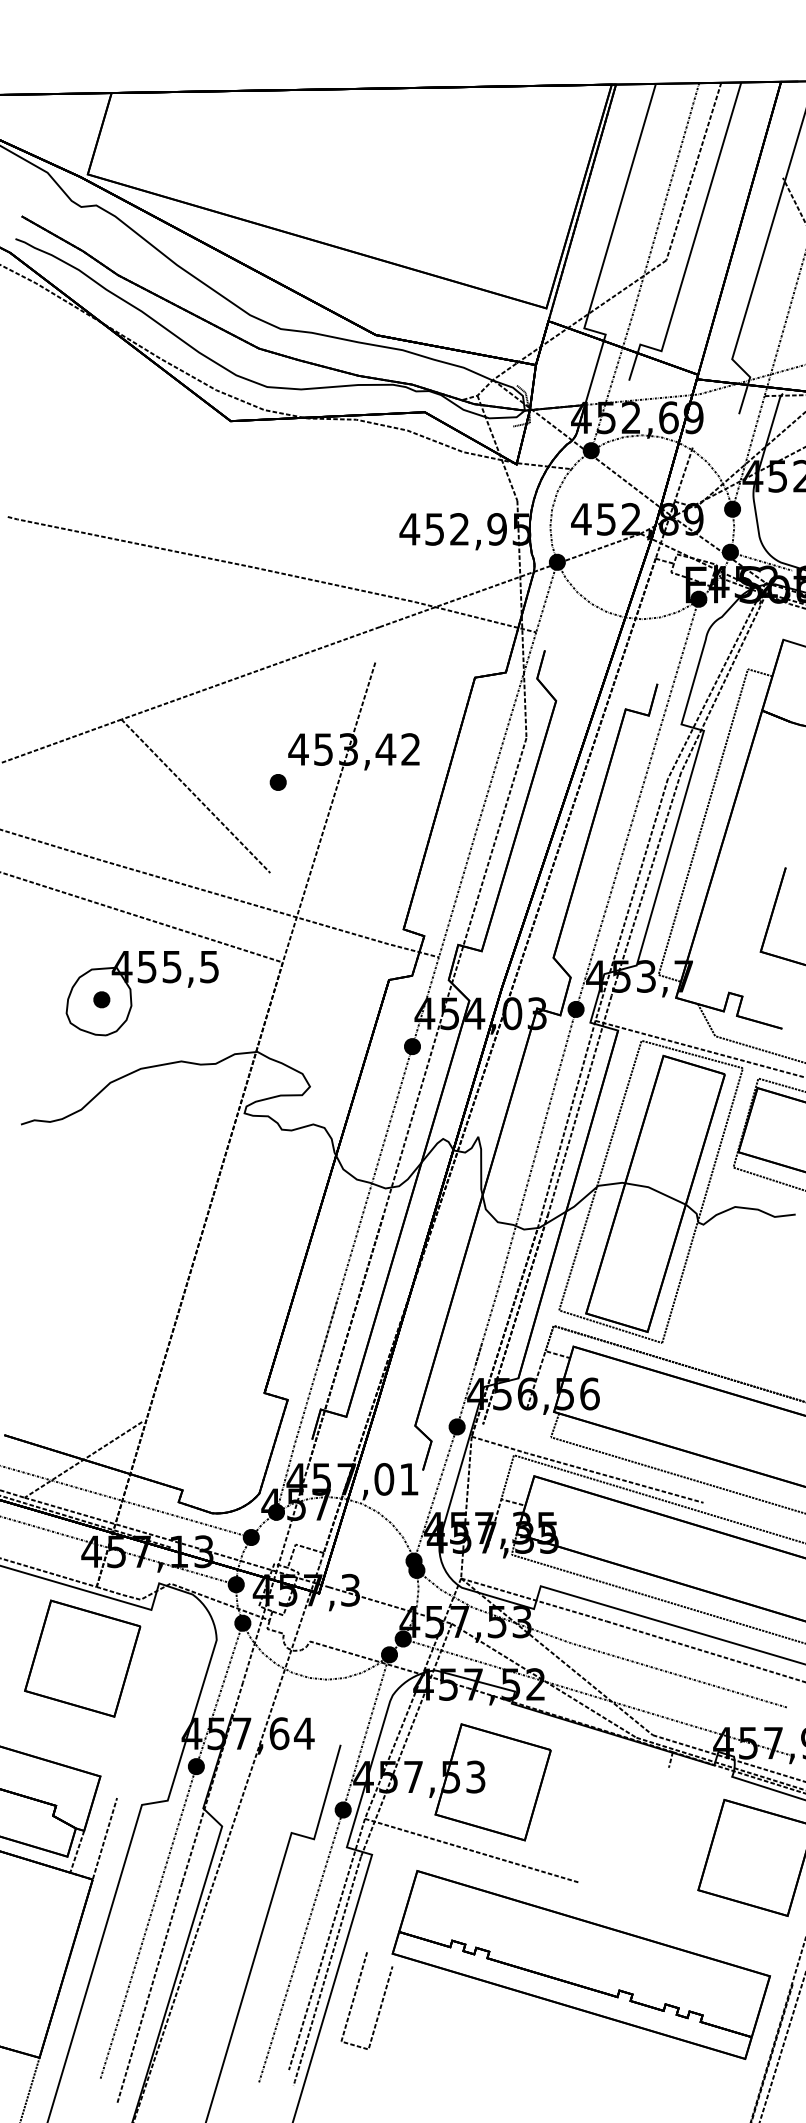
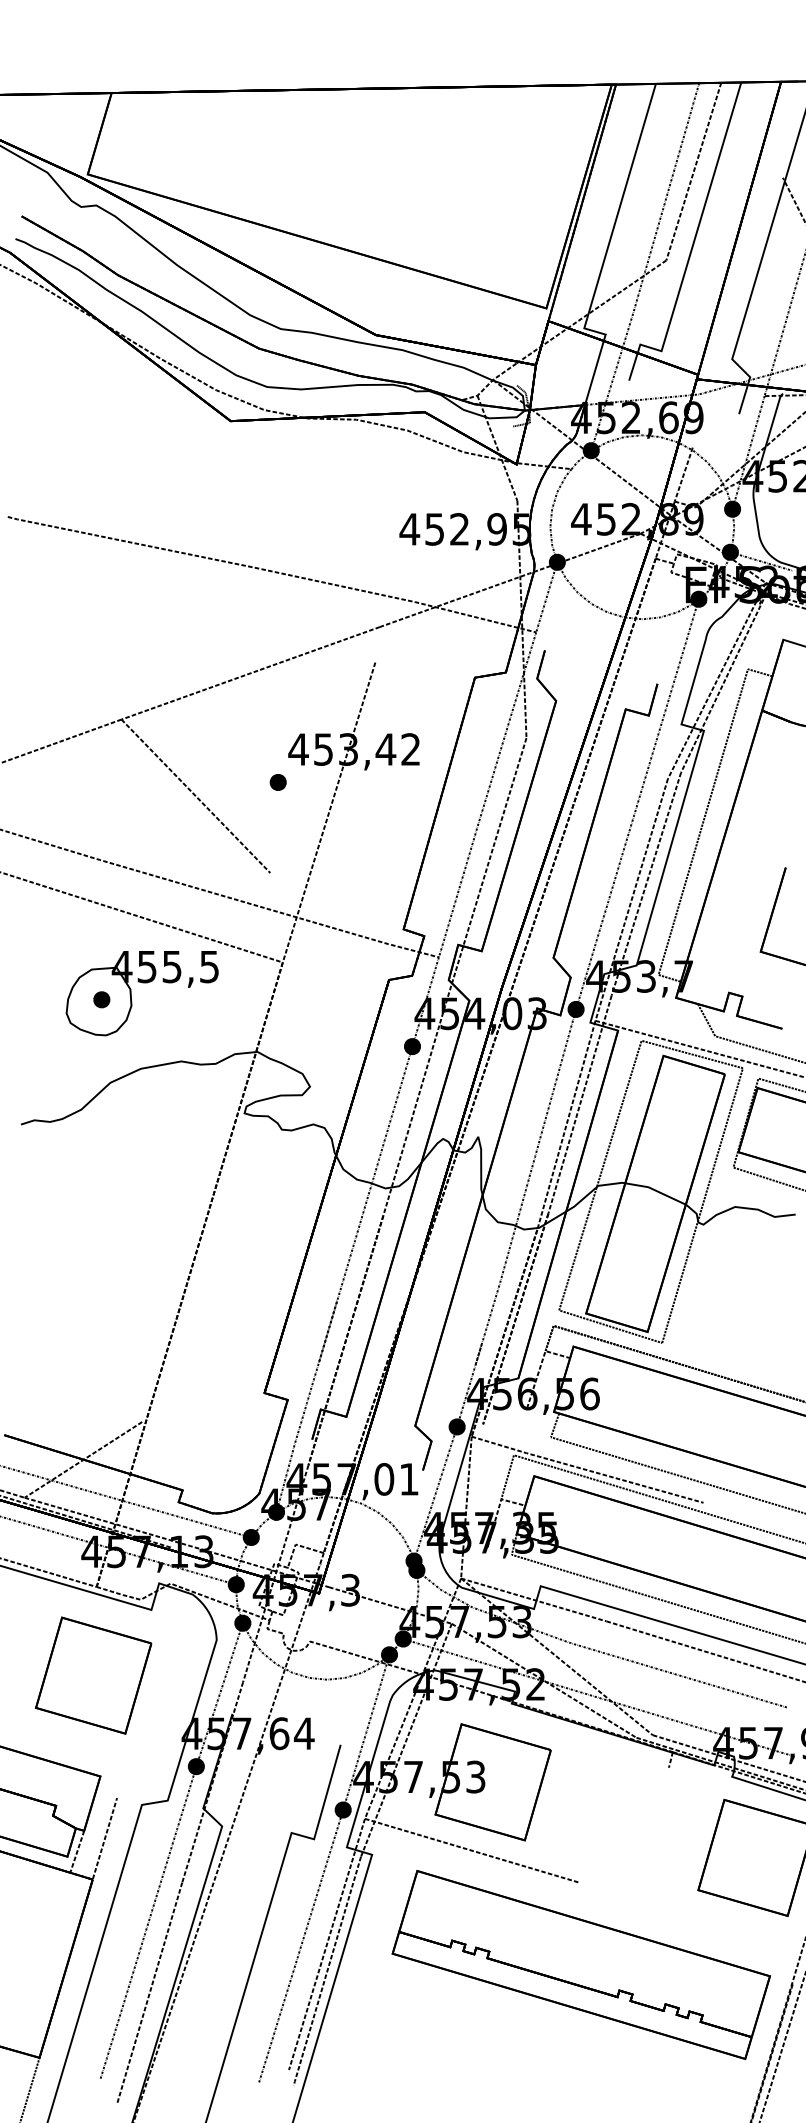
part at (82, 1658) position: (82, 1658) -> (93, 1675)
line at (354, 2000): present -> none
